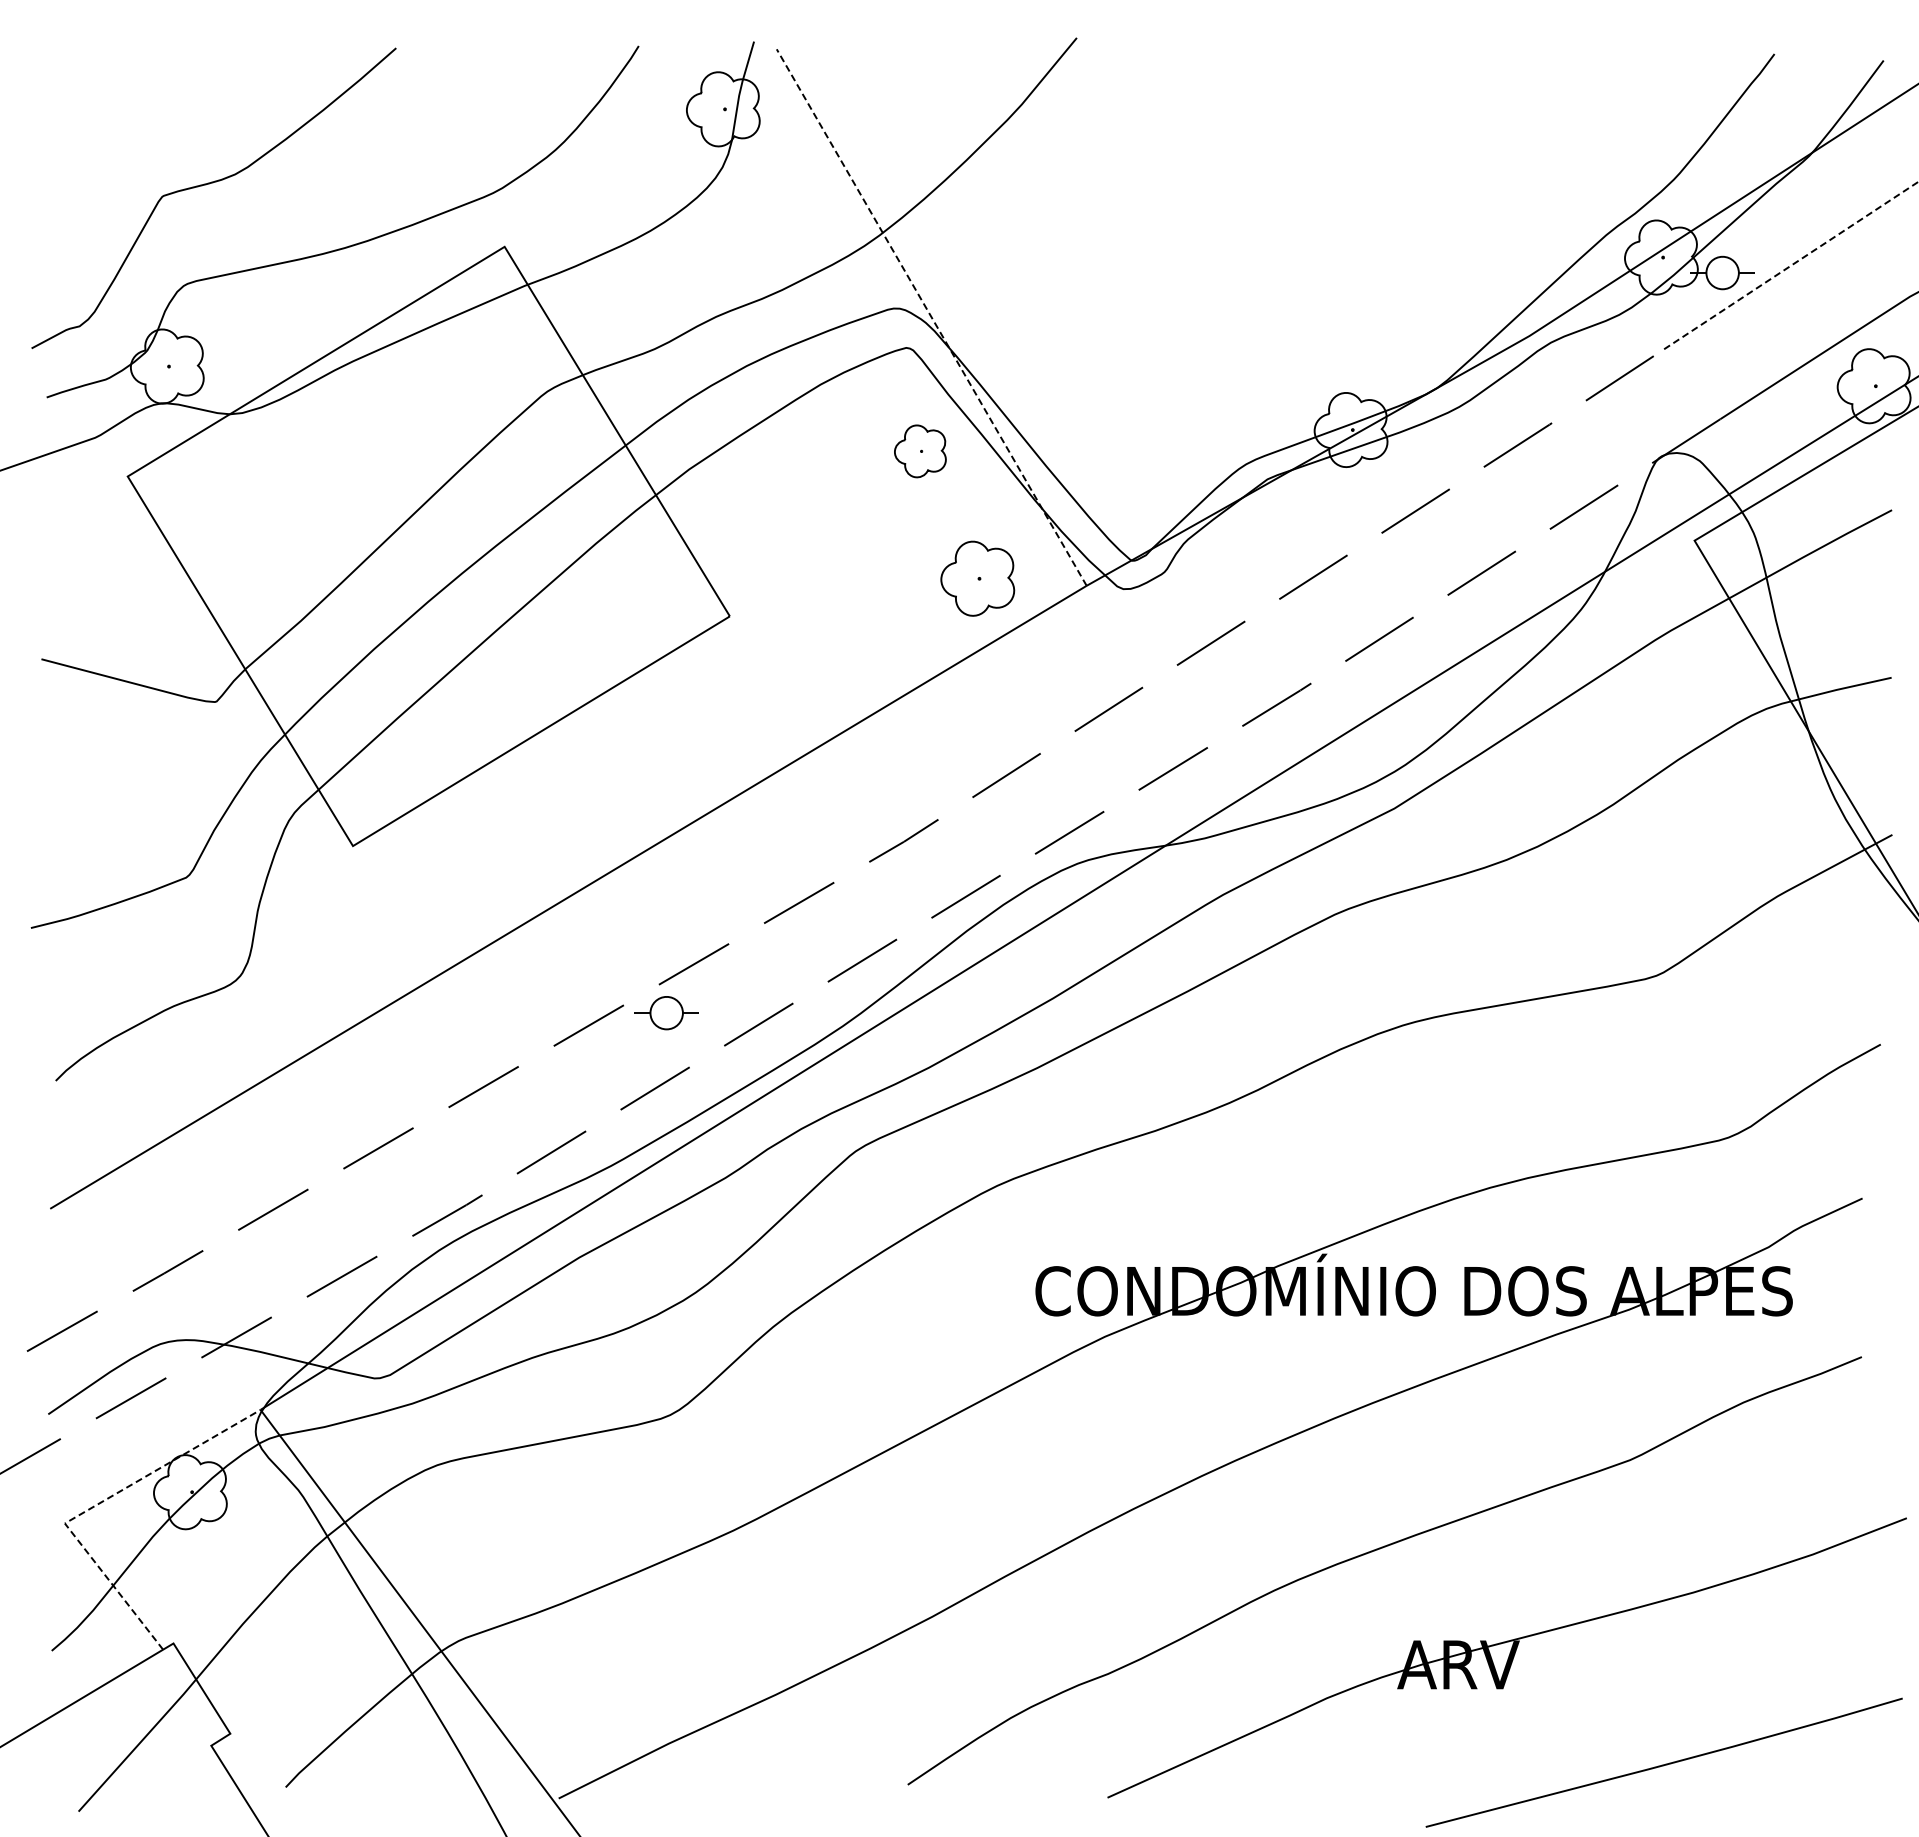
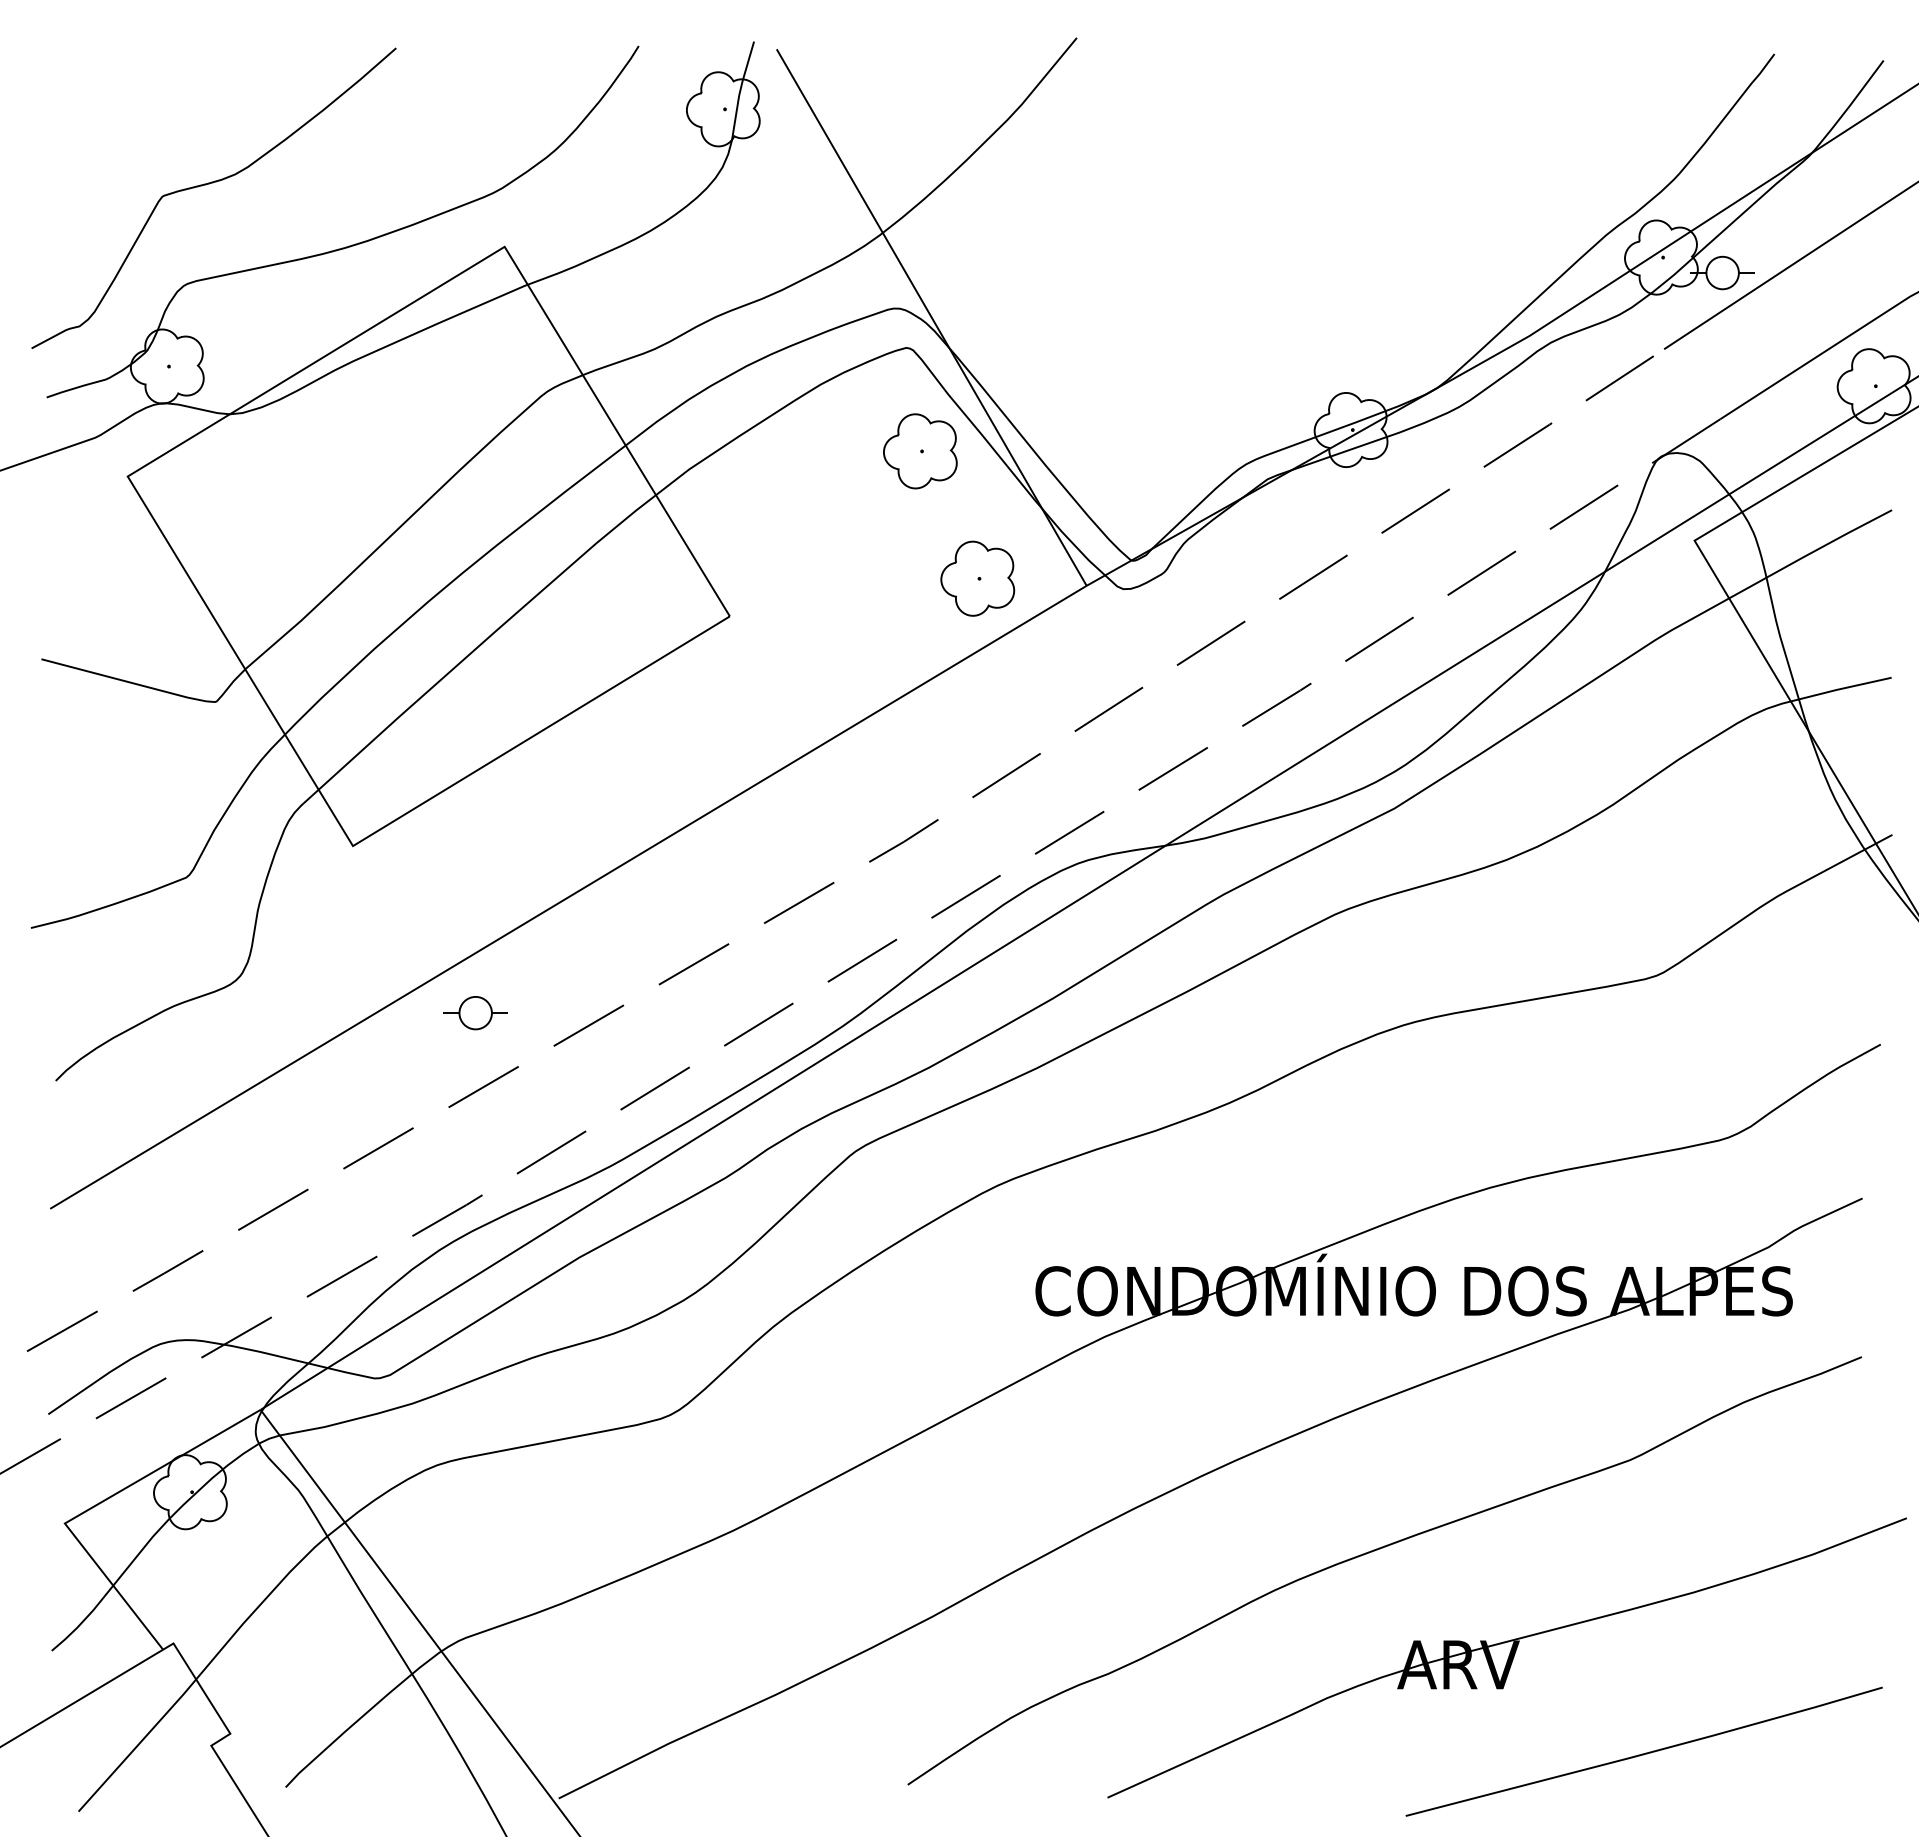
line at (1791, 265): dashed -> solid
line at (931, 317): dashed -> solid
part at (920, 451) size: 53x55 px -> 75x77 px
part at (666, 1013) position: (666, 1013) -> (475, 1013)
line at (93, 1506): dashed -> solid
line at (1663, 1764) position: (1663, 1764) -> (1643, 1753)
